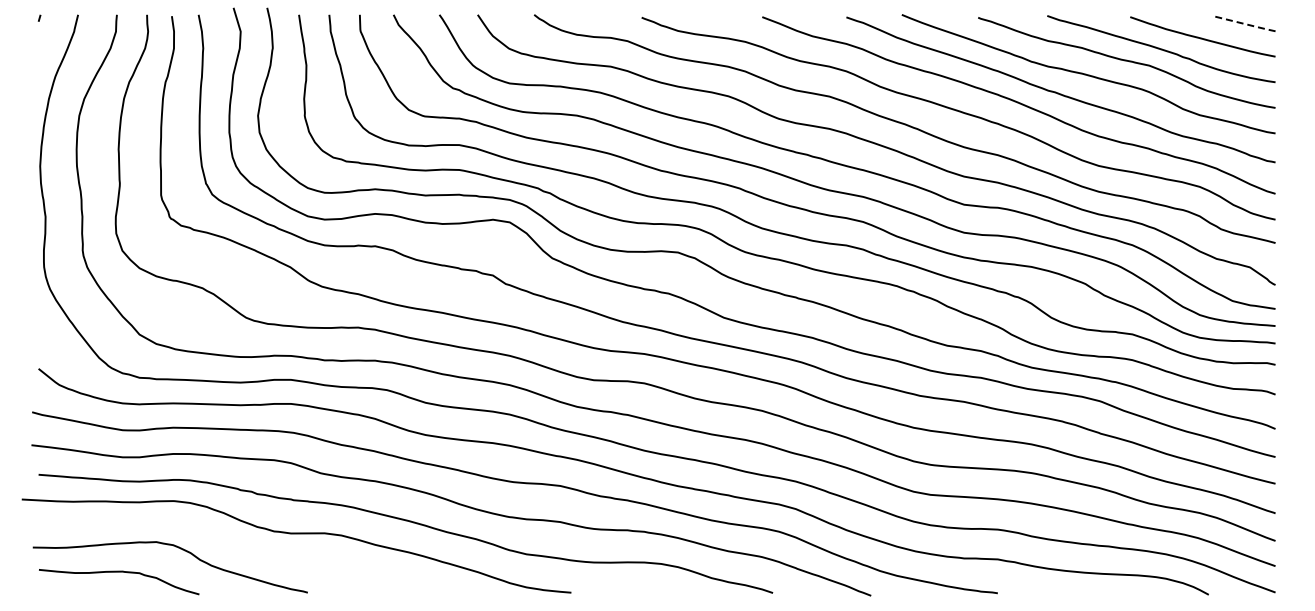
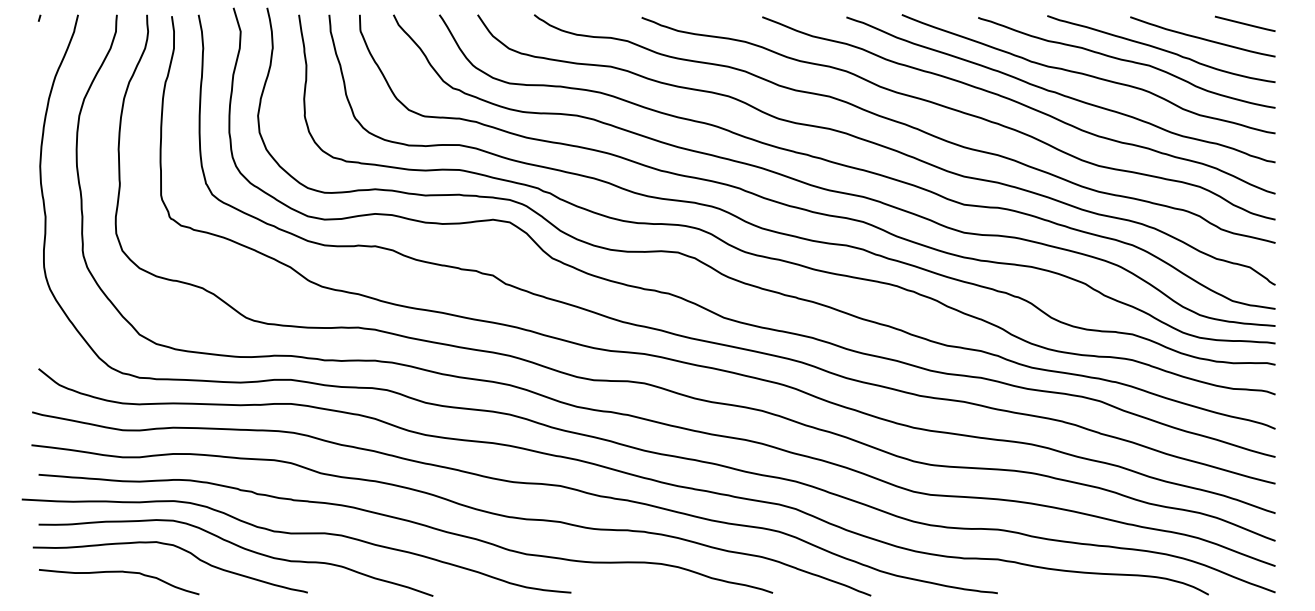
line at (1246, 24): dashed -> solid
curve at (238, 547): none -> present
